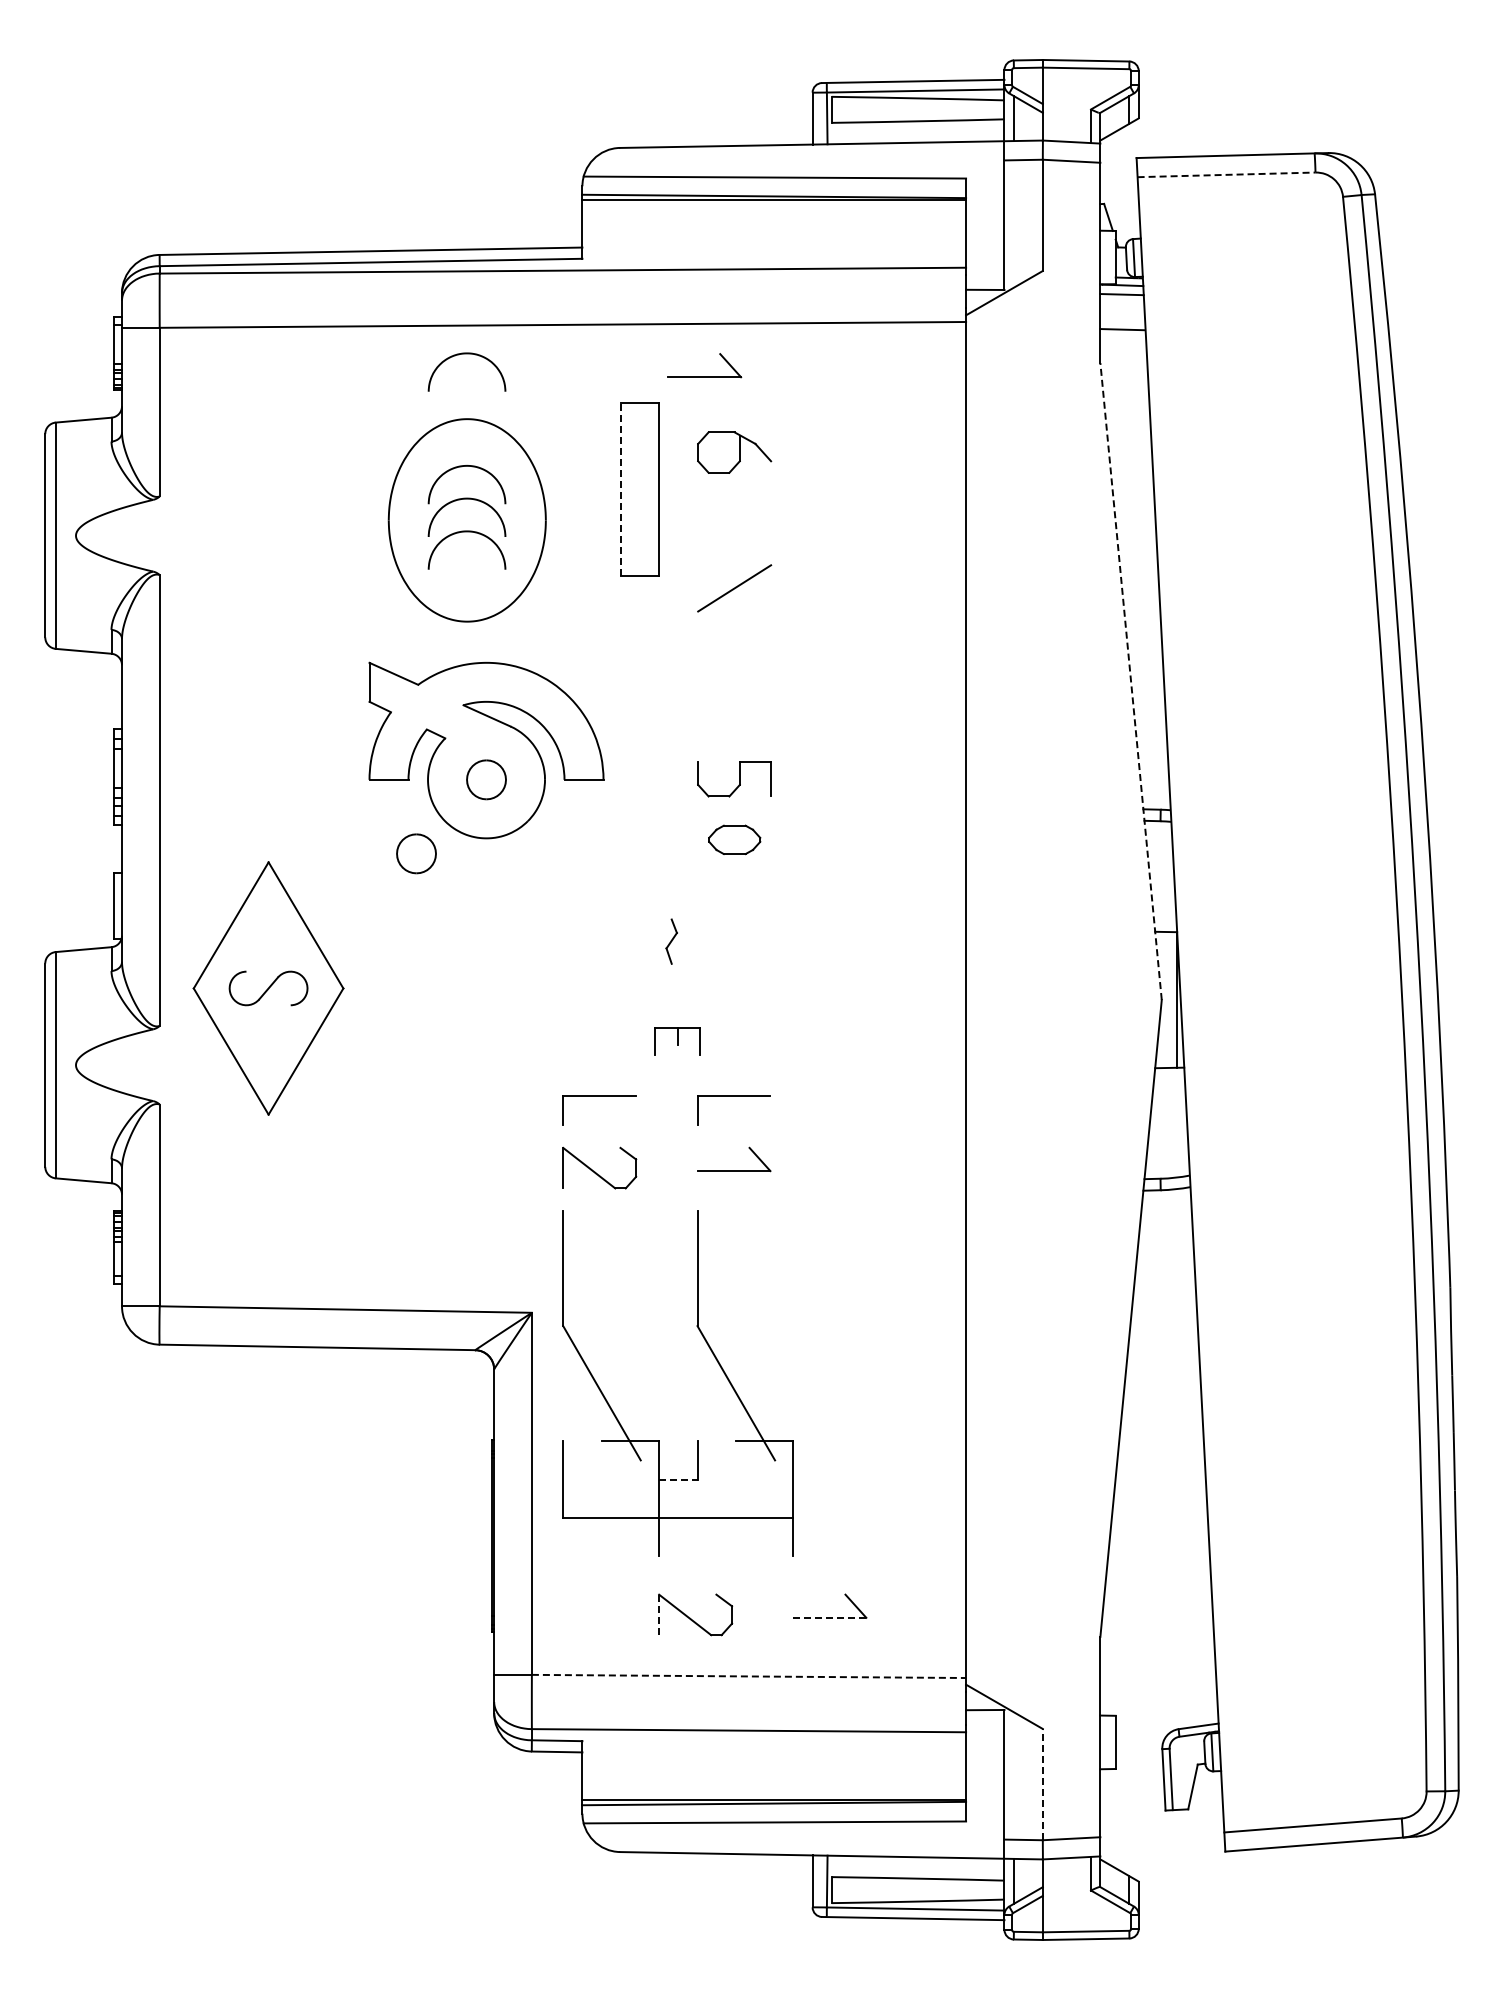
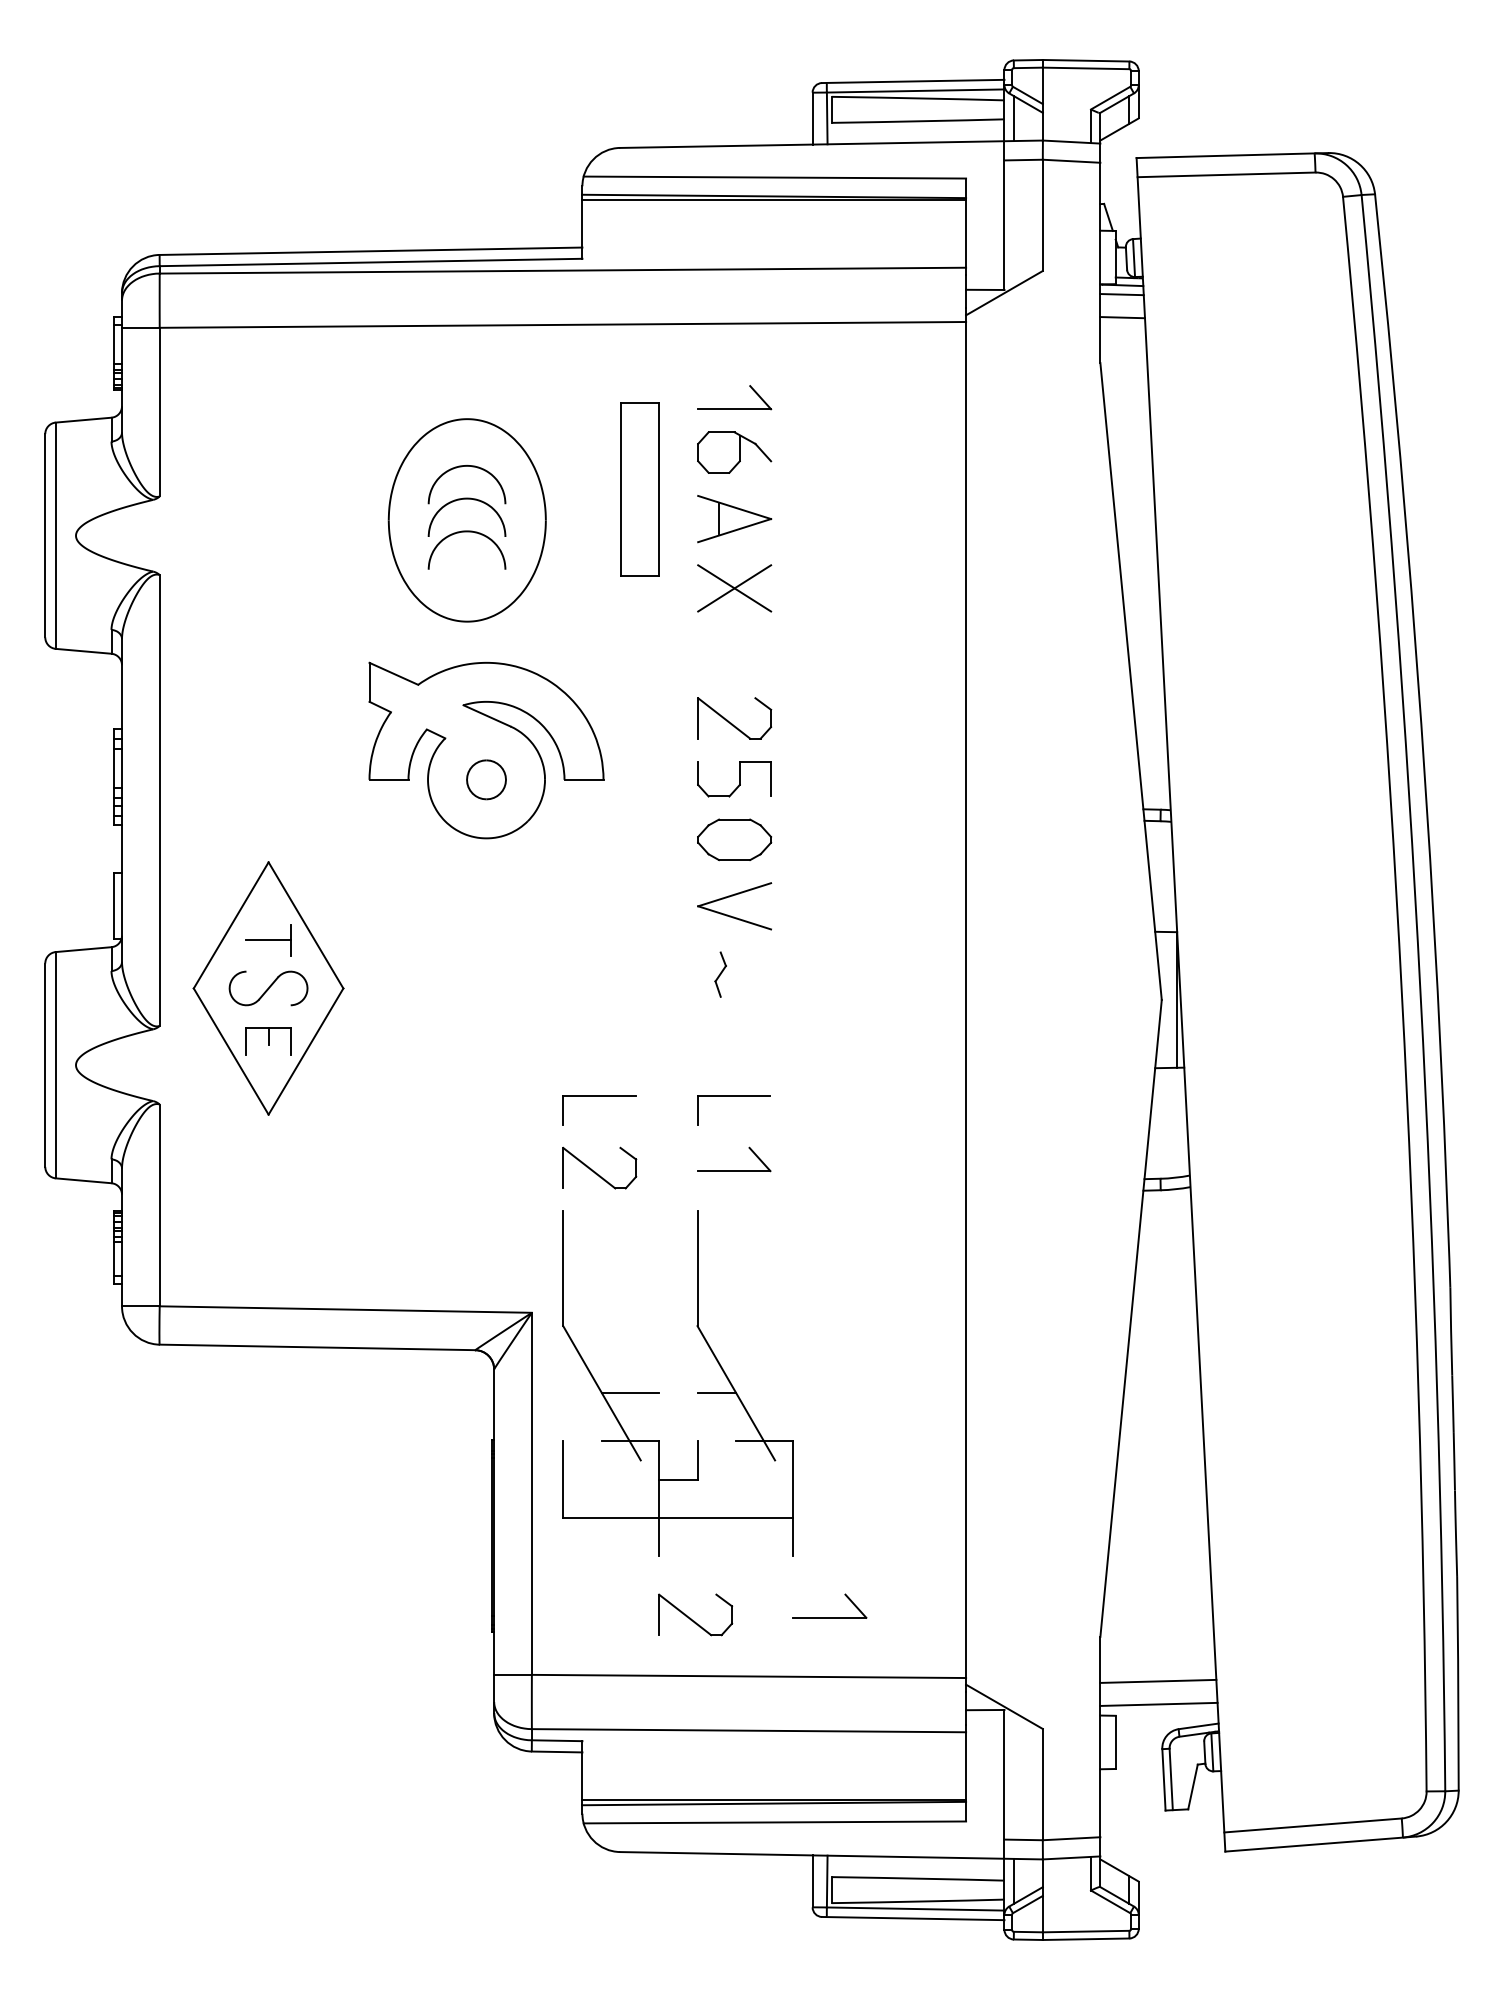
line at (1226, 174): dashed -> solid
line at (1122, 329) position: (1122, 329) -> (1122, 317)
curve at (466, 354): present -> none
part at (704, 376) position: (704, 376) -> (734, 408)
line at (620, 489): dashed -> solid
part at (734, 519): none -> present
line at (734, 588): none -> present
line at (1131, 681): dashed -> solid
part at (734, 718): none -> present
part at (734, 839) size: 54x32 px -> 76x44 px
part at (416, 853): present -> none
part at (731, 915): none -> present
part at (268, 940): none -> present
part at (671, 941) position: (671, 941) -> (720, 974)
part at (677, 1041) position: (677, 1041) -> (268, 1041)
line at (630, 1393): none -> present
line at (716, 1393): none -> present
line at (678, 1479): dashed -> solid
line at (659, 1615): dashed -> solid
line at (830, 1617): dashed -> solid
line at (749, 1676): dashed -> solid
line at (1158, 1680): none -> present
line at (1158, 1703): none -> present
line at (1042, 1784): dashed -> solid
